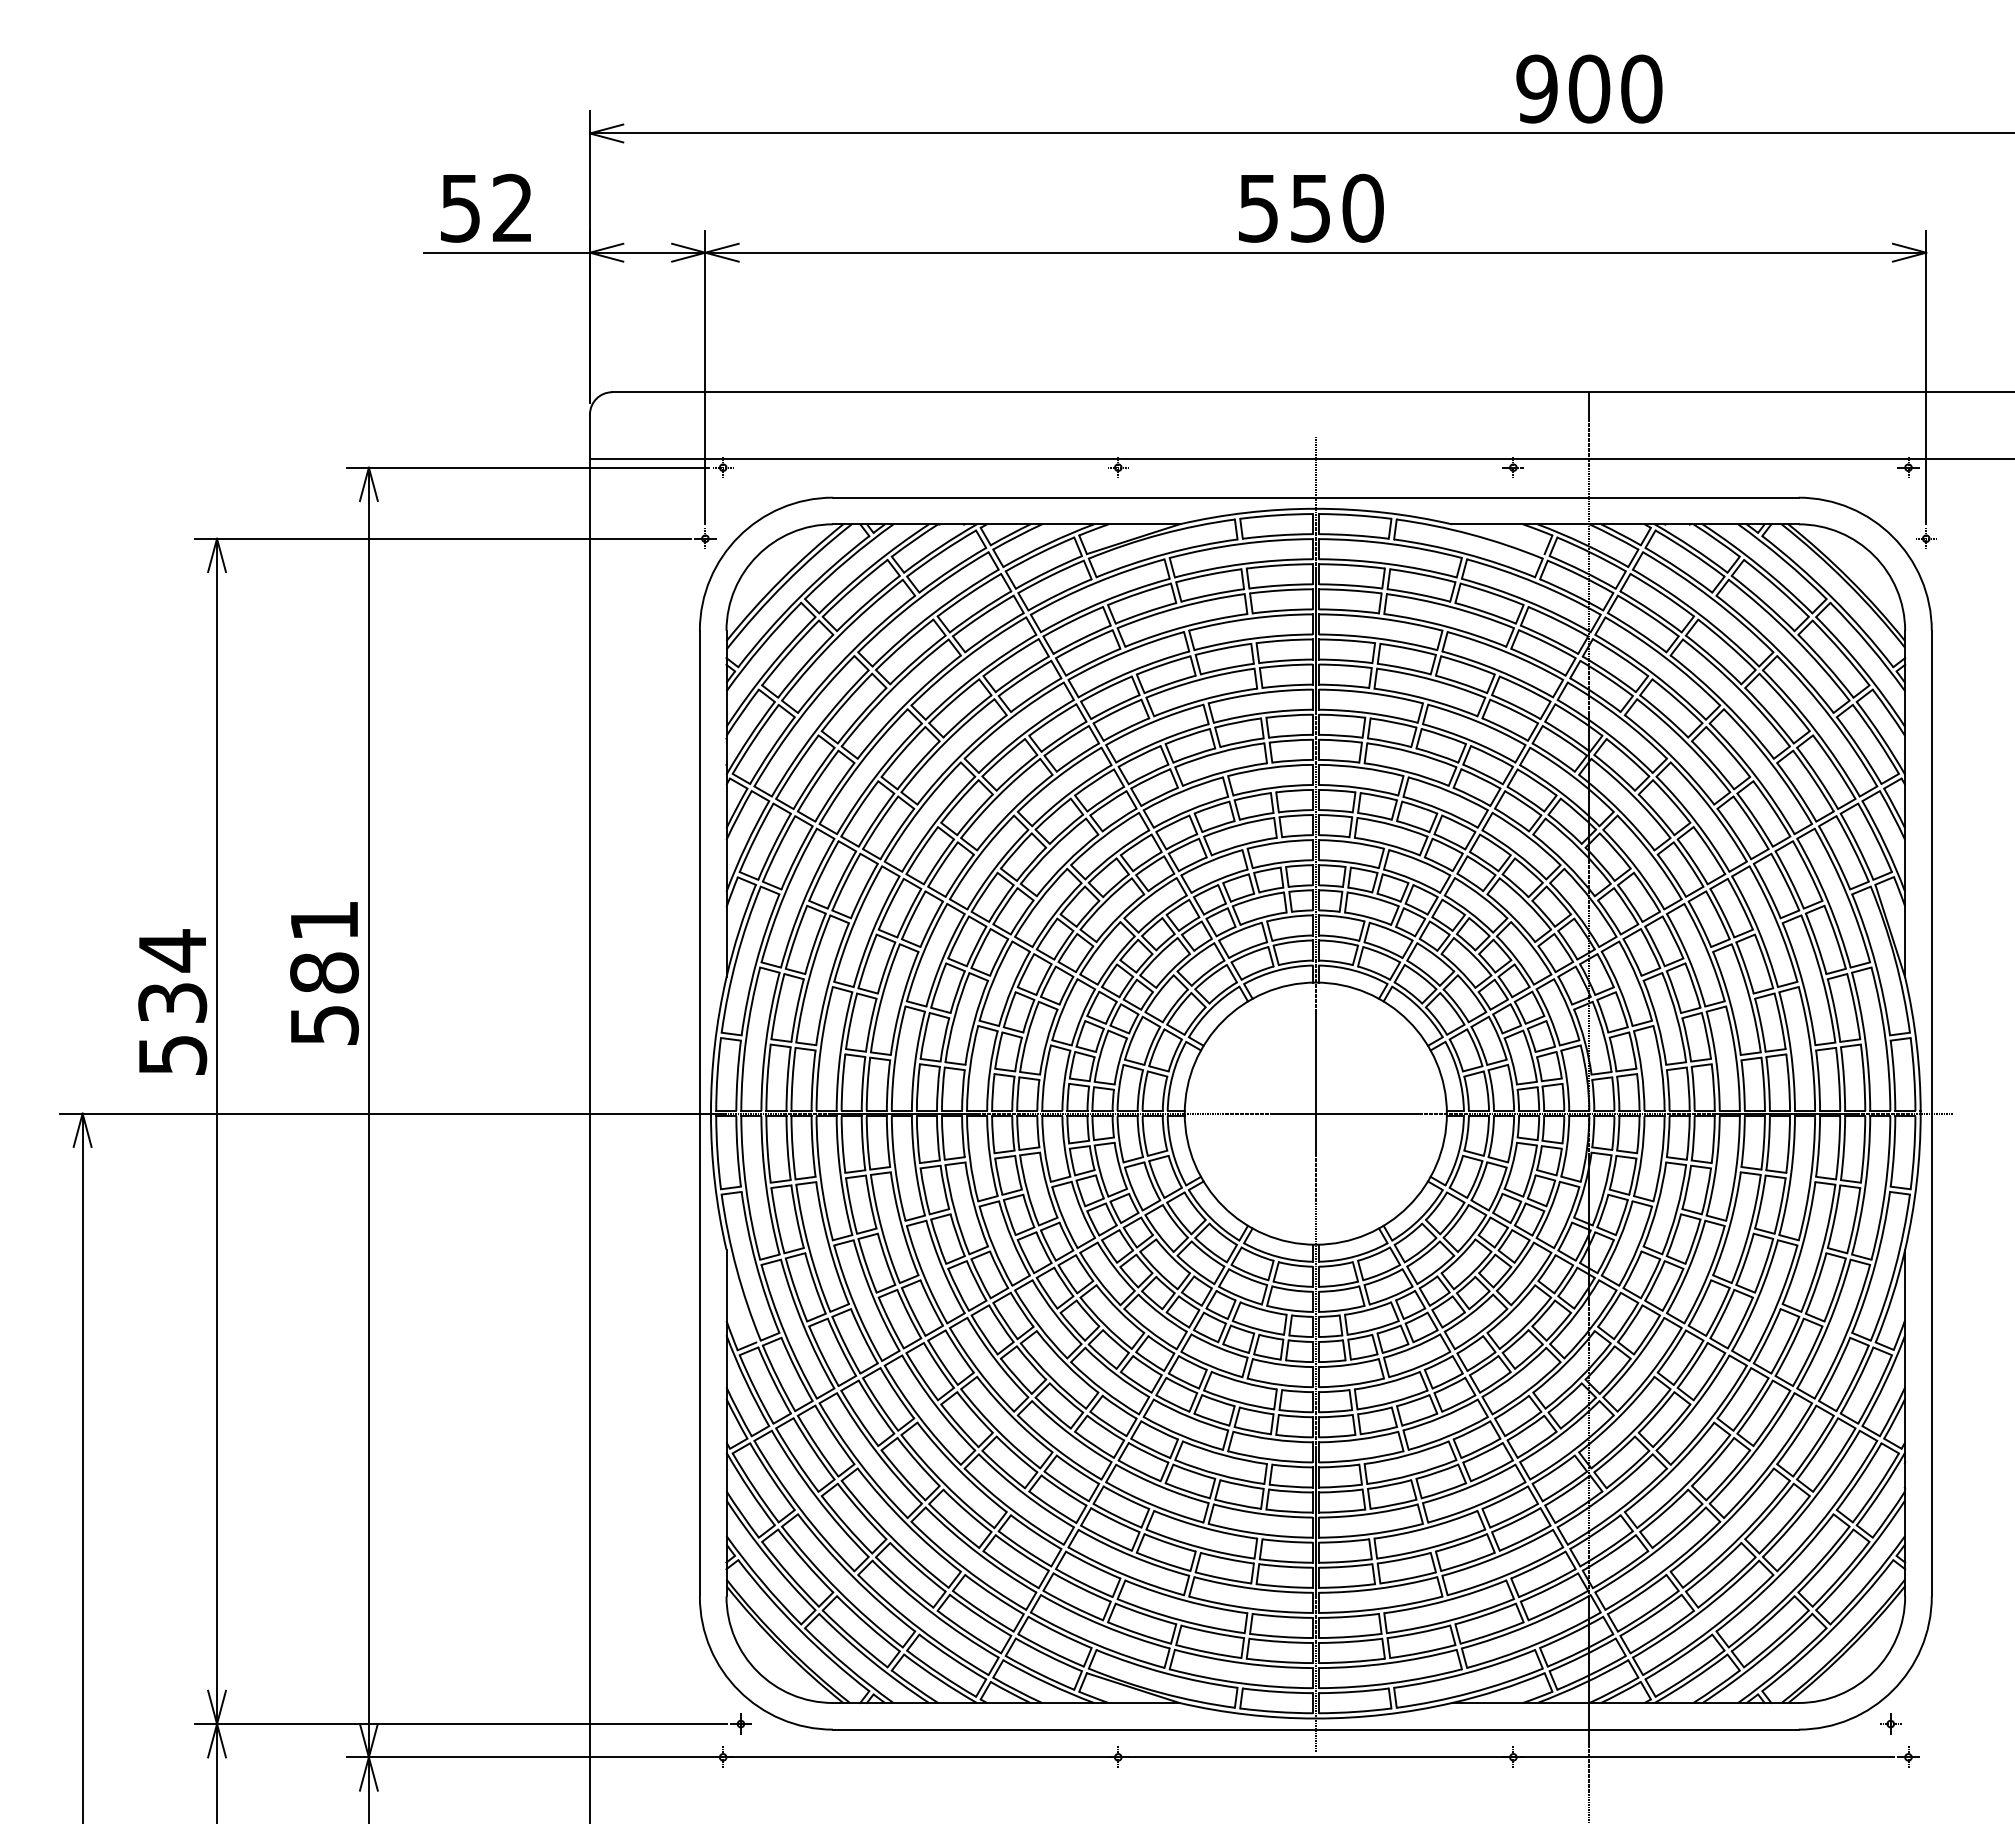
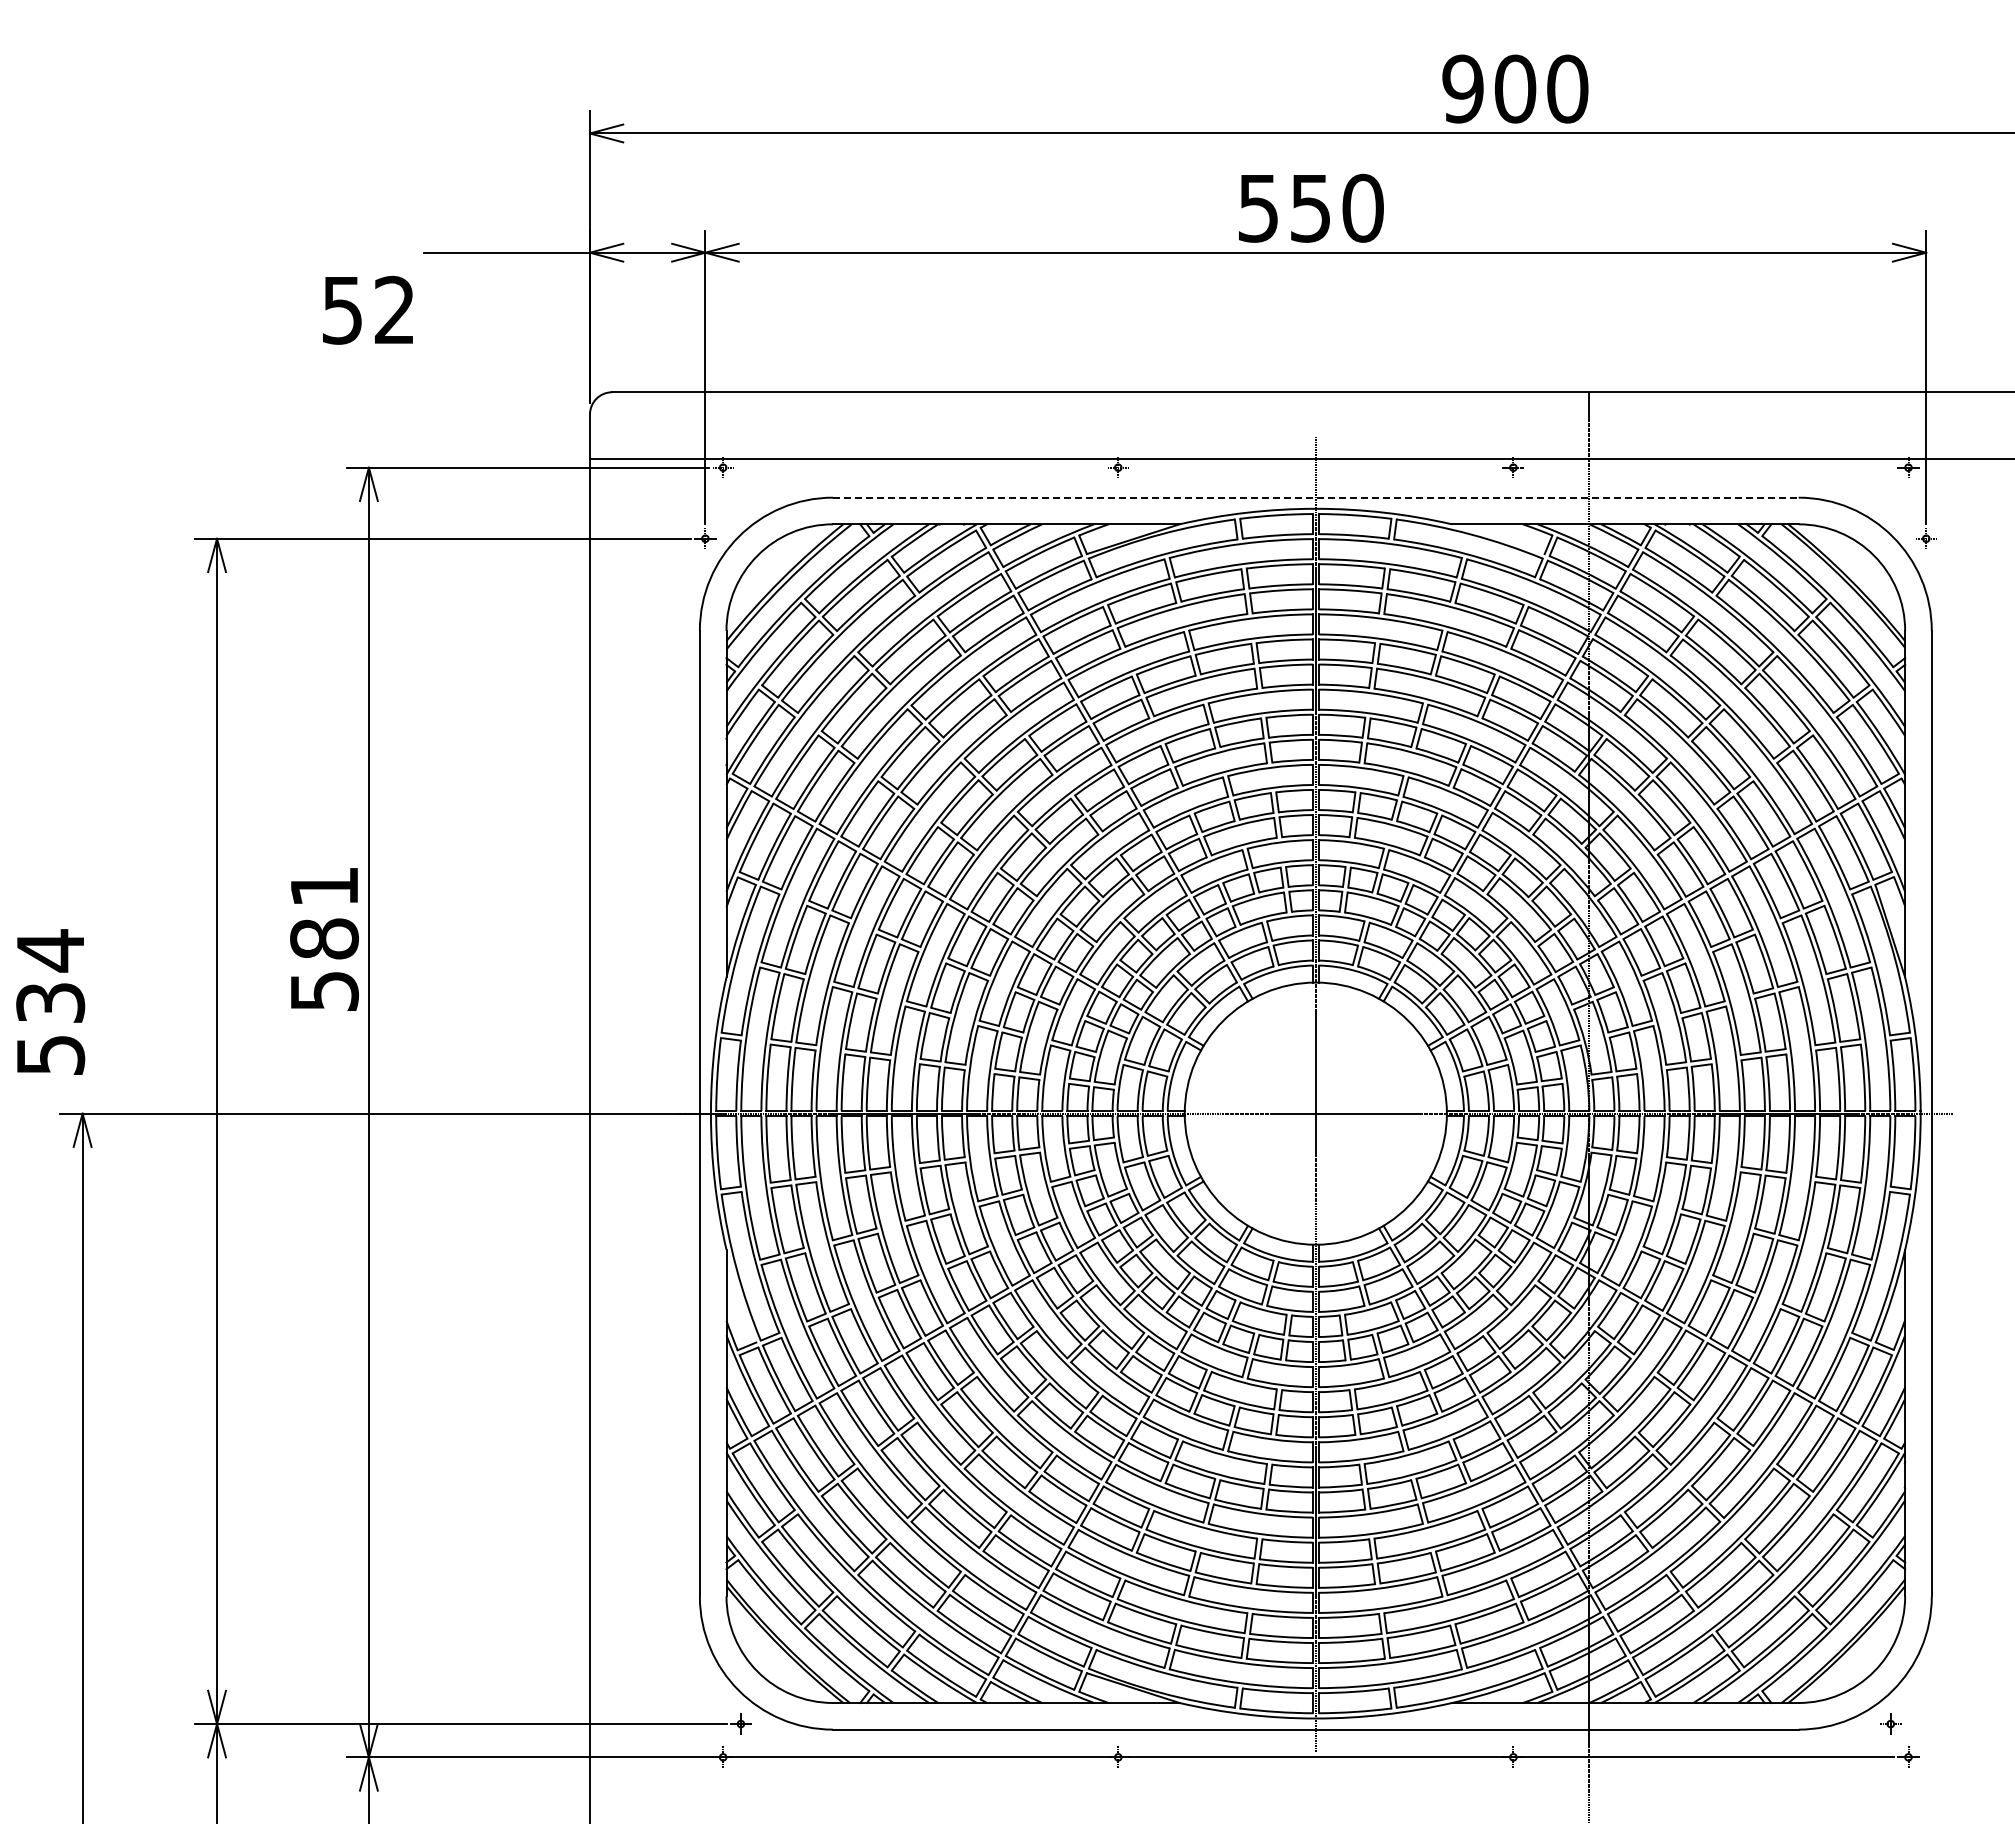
text at (1589, 88) position: (1589, 88) -> (1515, 88)
text at (485, 207) position: (485, 207) -> (367, 309)
line at (1315, 497): solid -> dashed
text at (324, 973) position: (324, 973) -> (324, 939)
text at (172, 1001) position: (172, 1001) -> (50, 1001)
